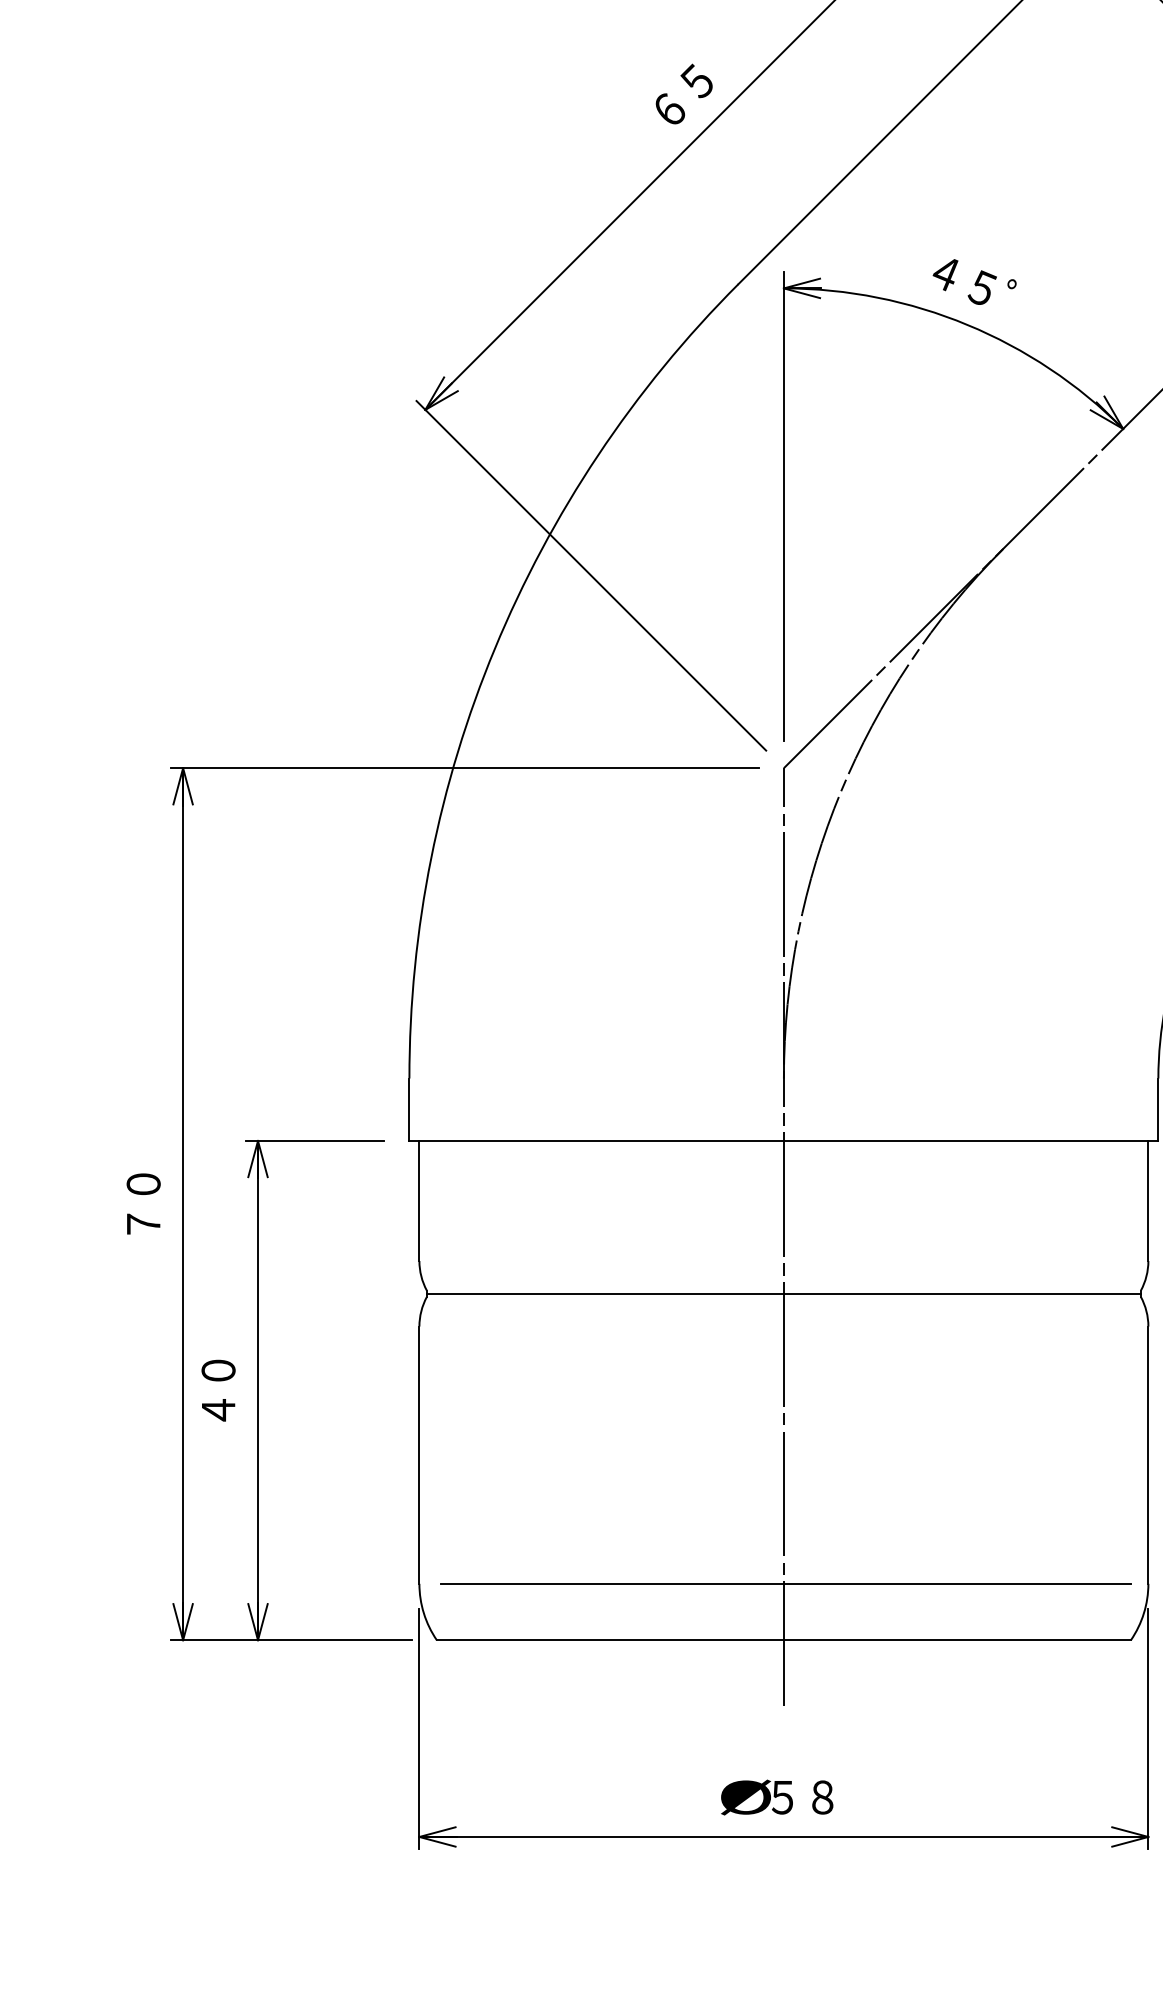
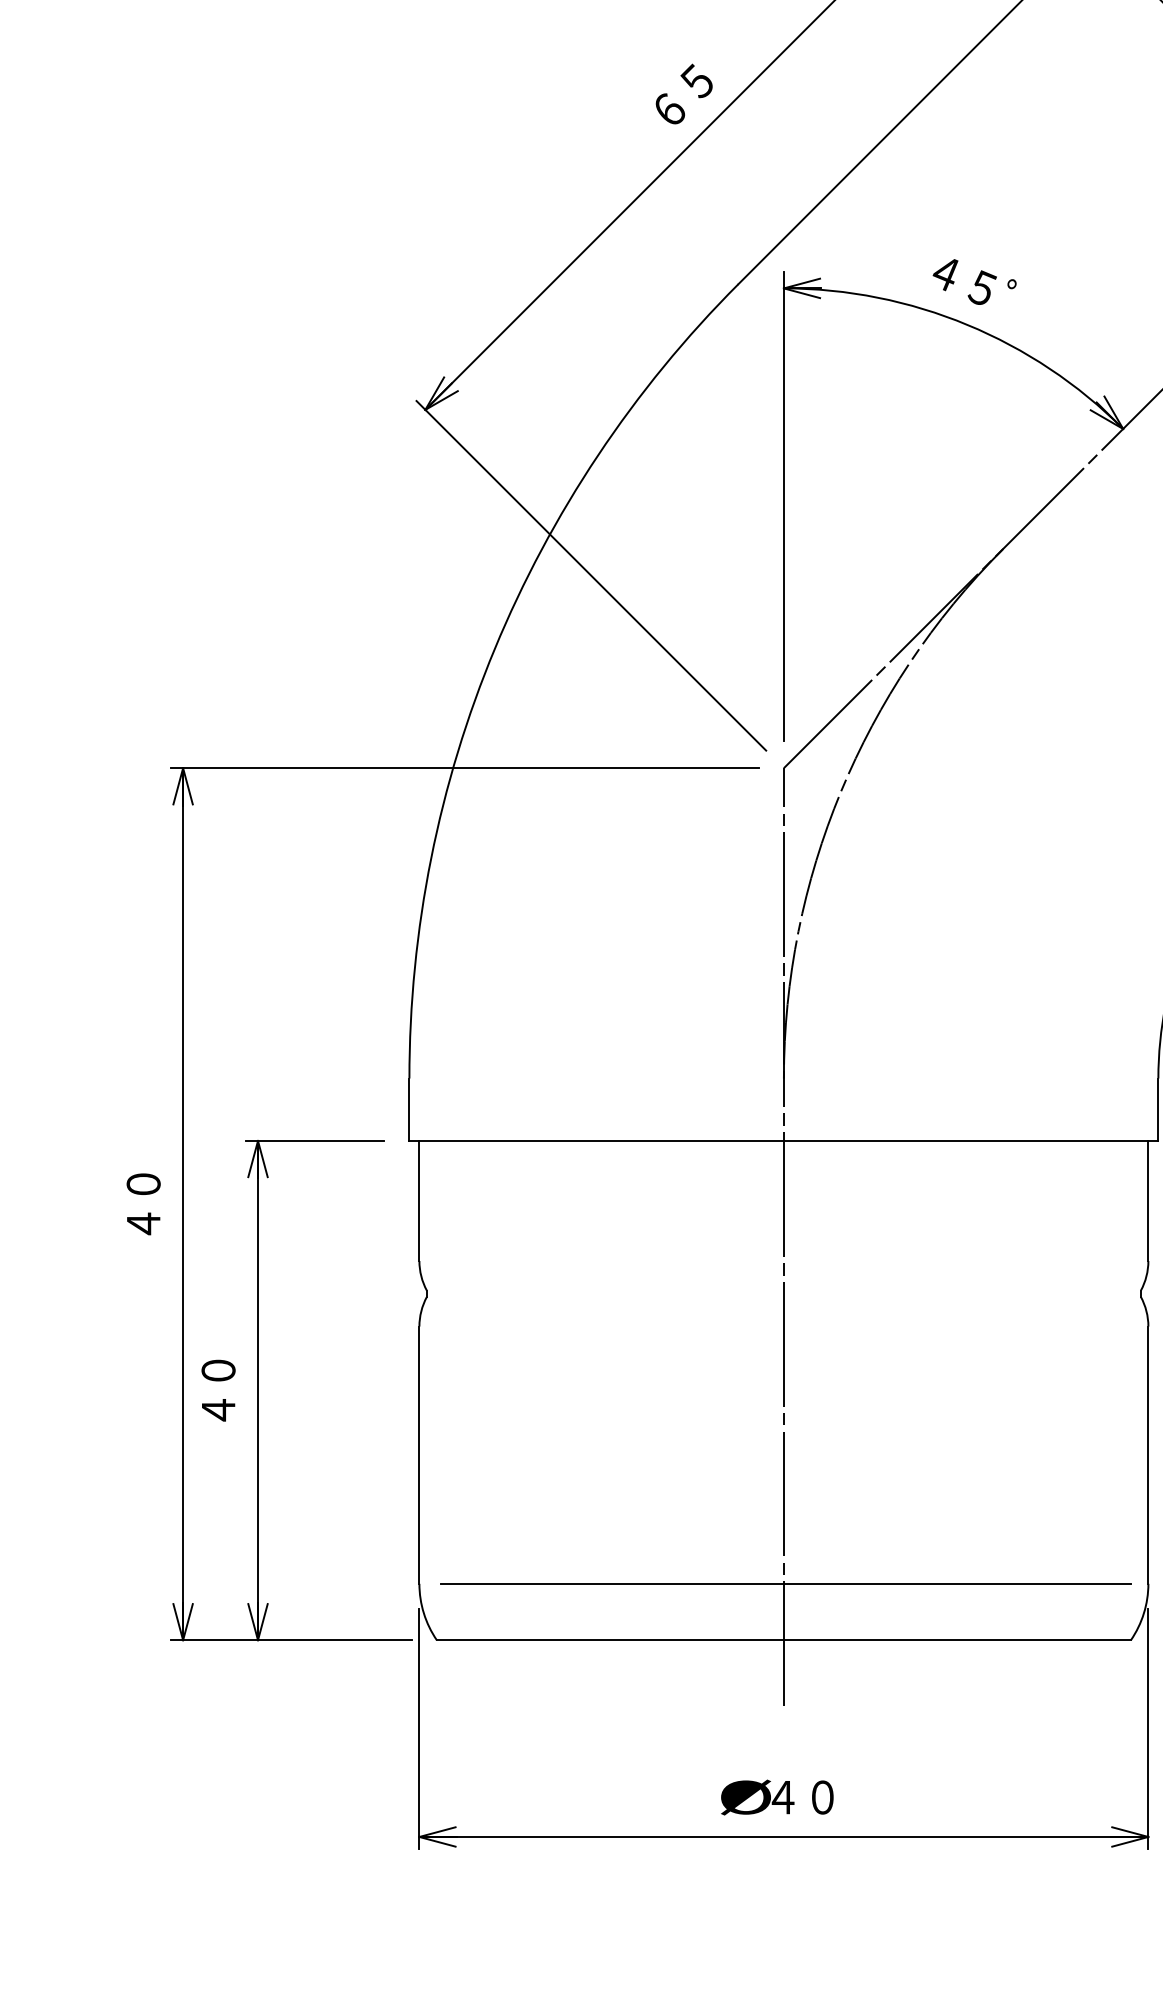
text at (143, 1223): ７０ -> ４０
line at (783, 1293): present -> none
text at (802, 1797): ５８ -> ４０
